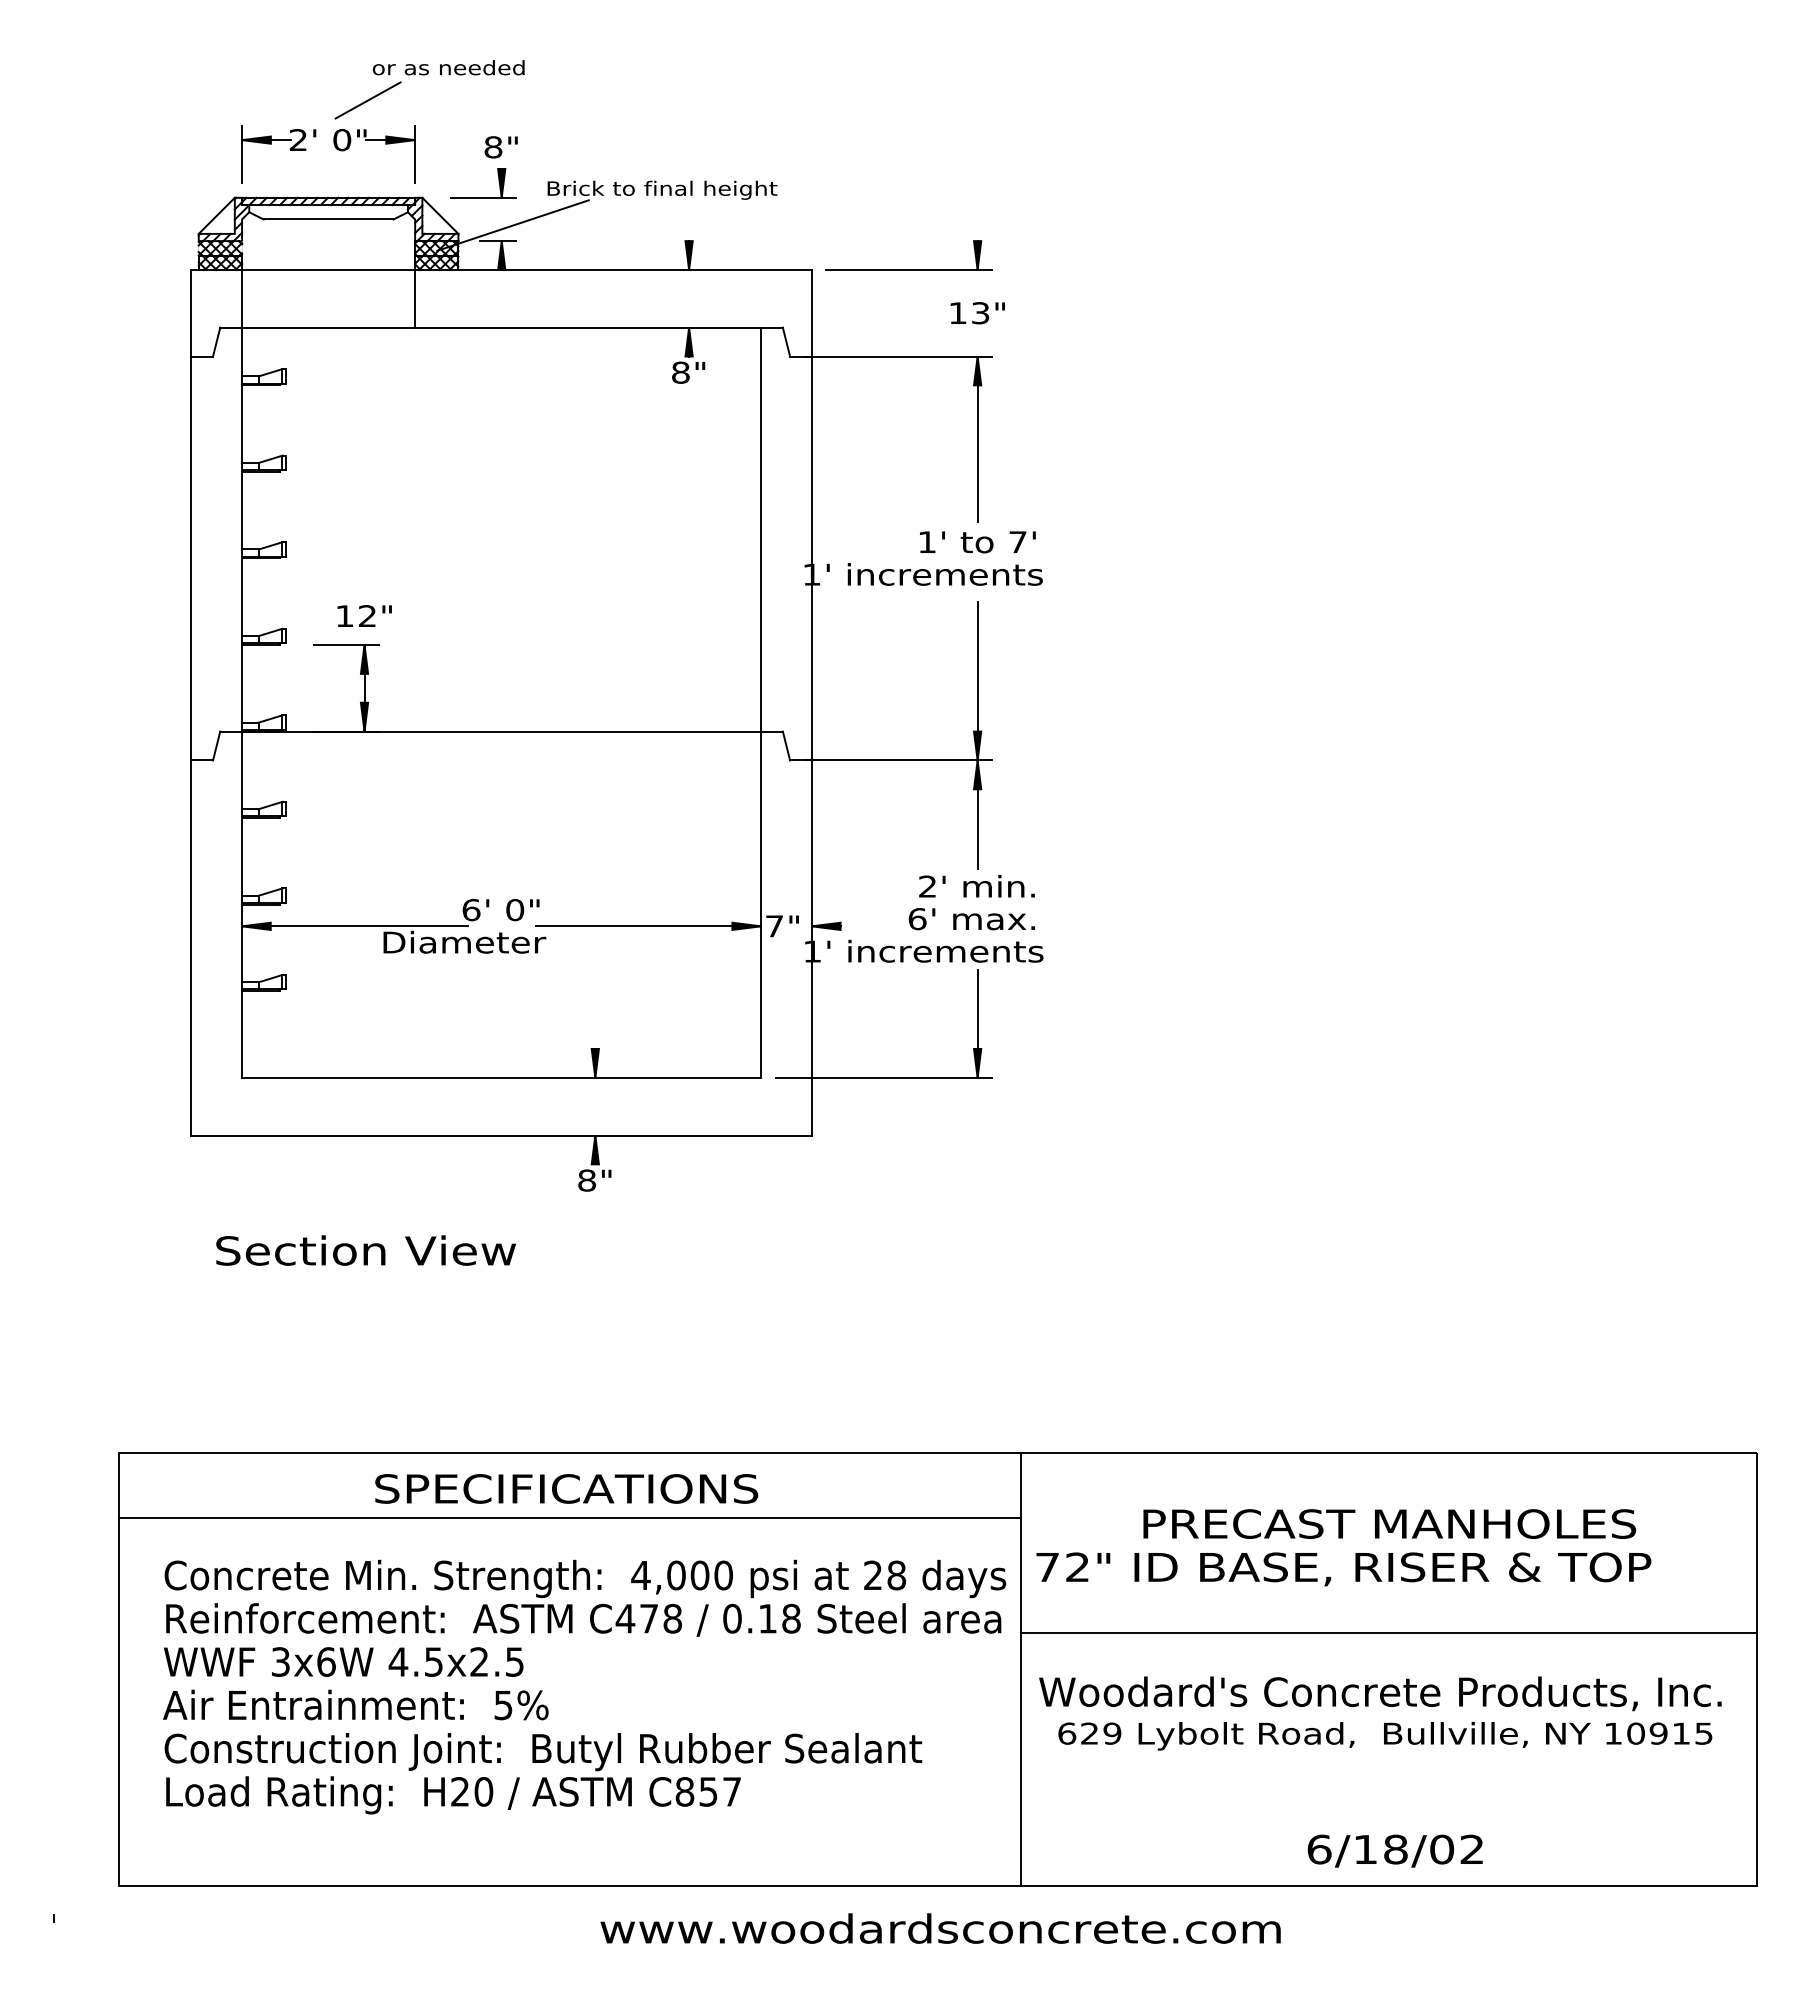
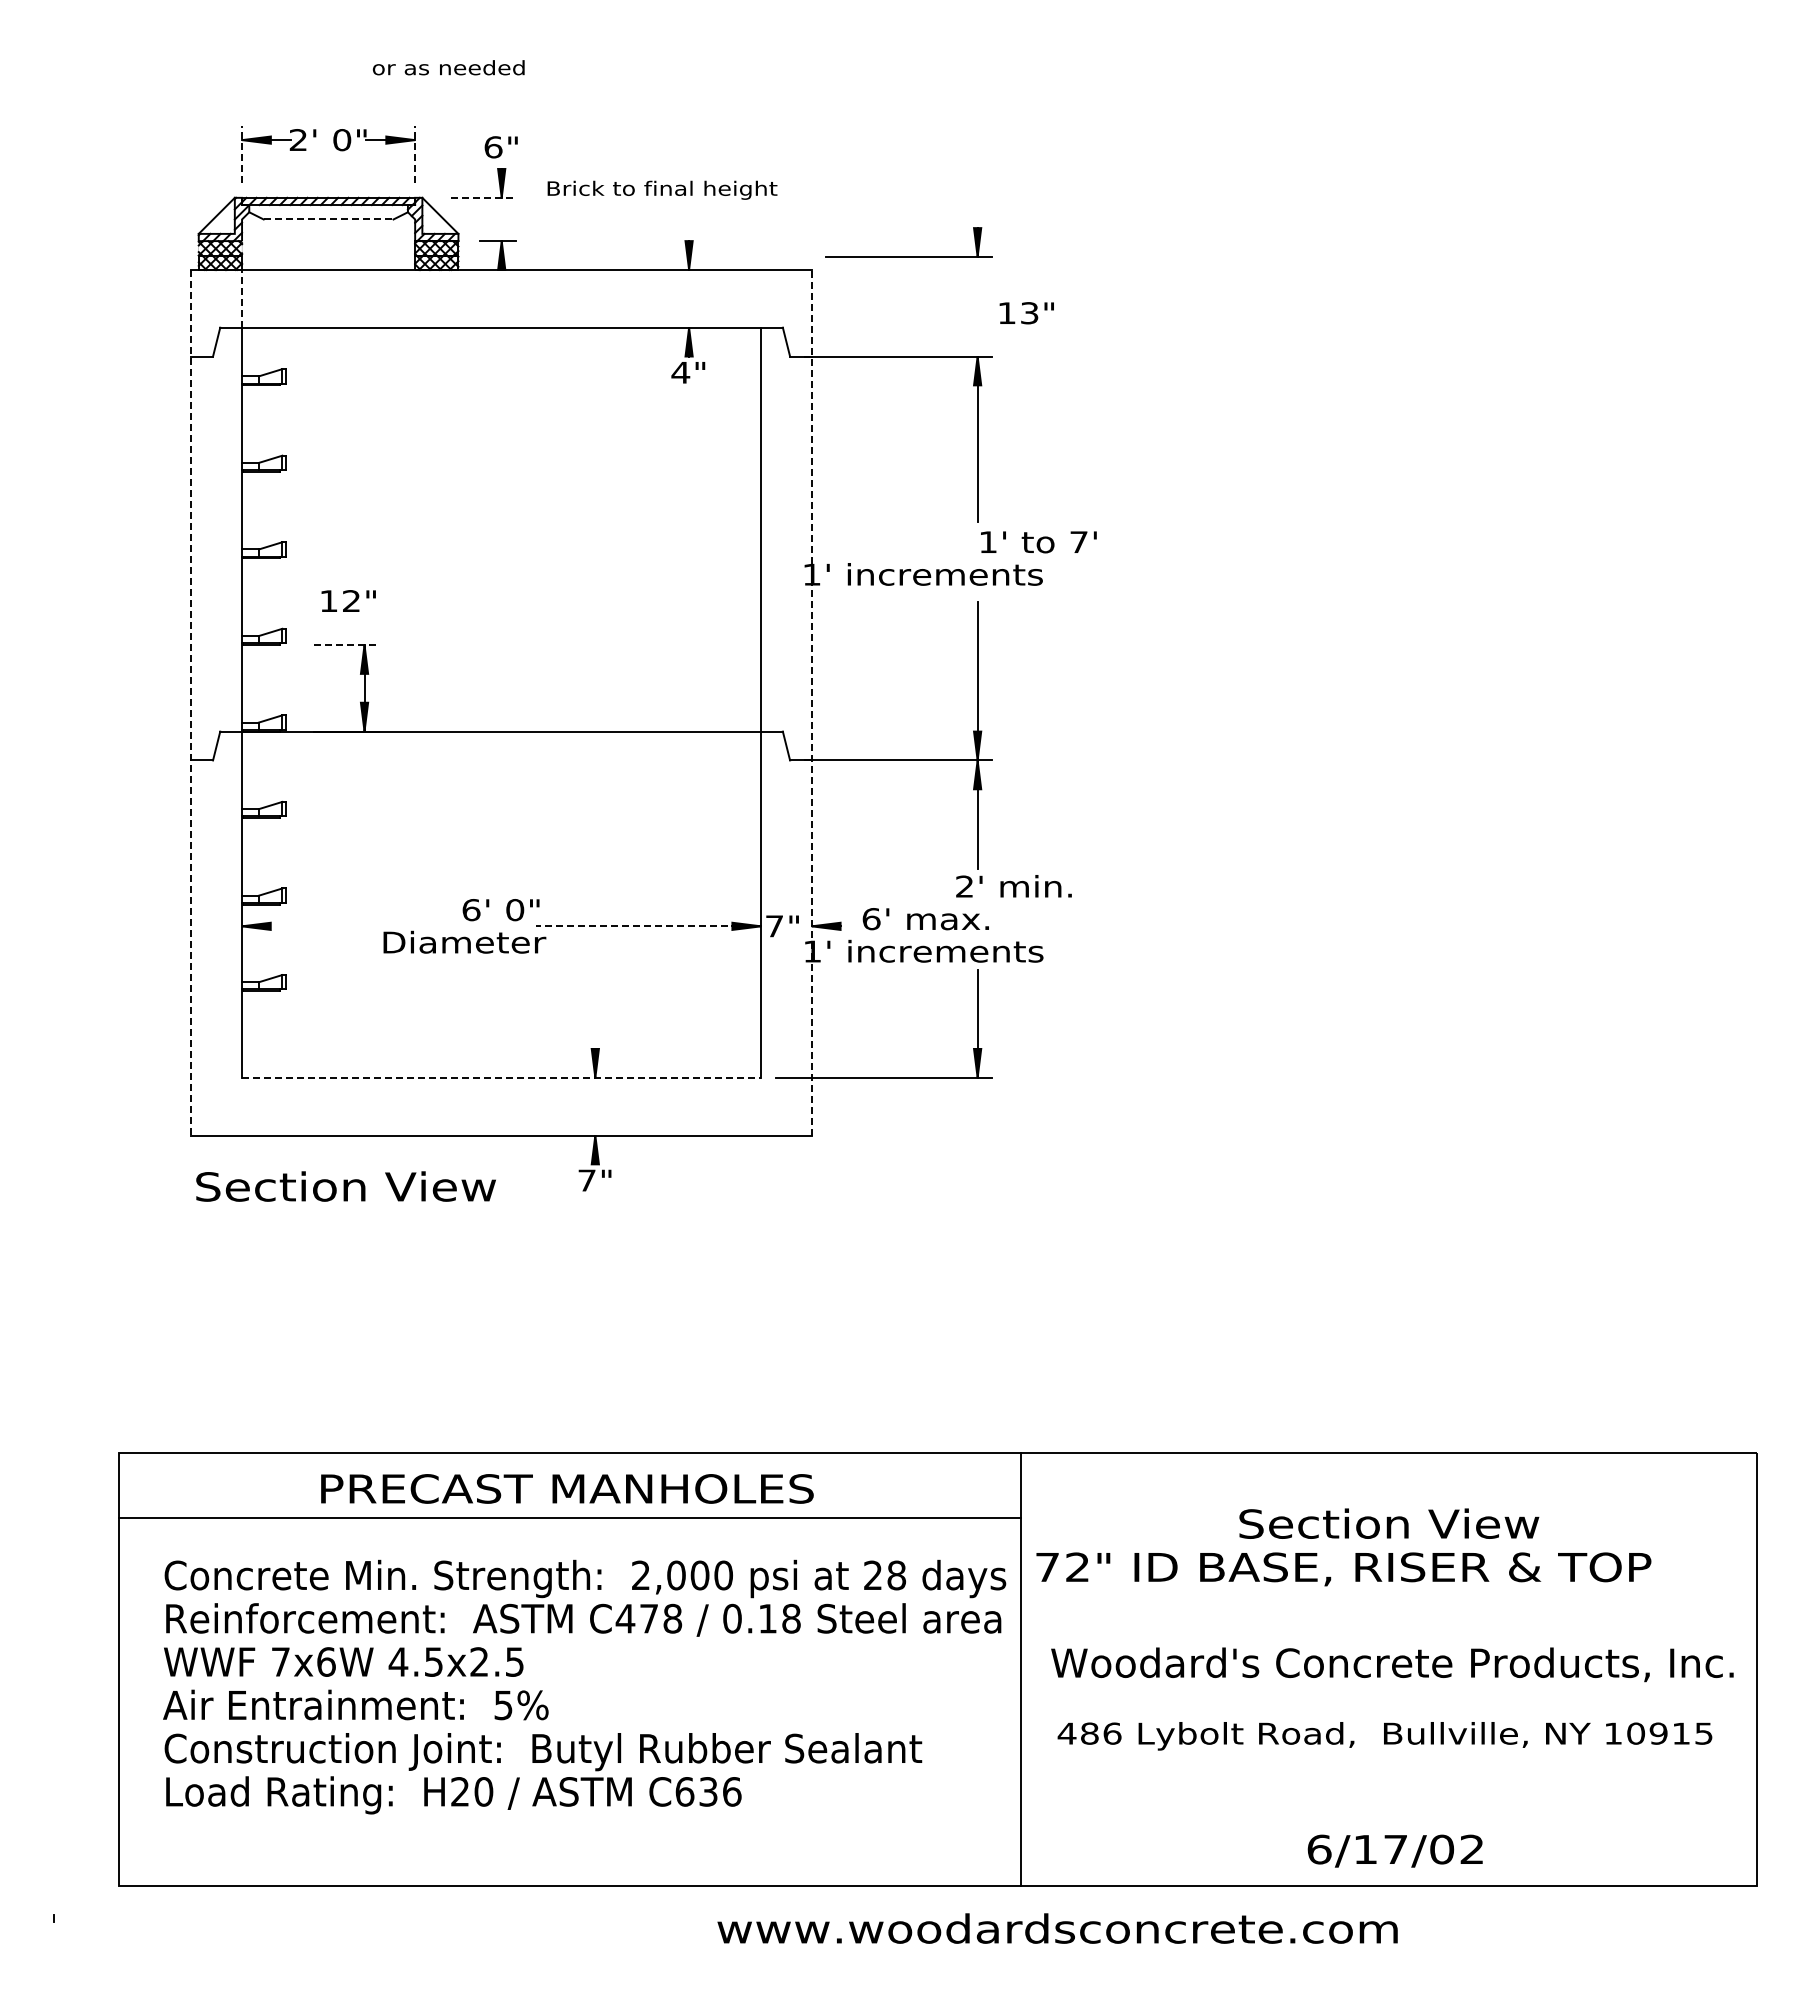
line at (367, 100): present -> none
text at (493, 147): 8" -> 6"
line at (242, 154): solid -> dashed
line at (415, 154): solid -> dashed
line at (484, 197): solid -> dashed
line at (328, 219): solid -> dashed
line at (512, 225): present -> none
part at (908, 269) position: (908, 269) -> (908, 256)
line at (241, 298): solid -> dashed
line at (415, 298): present -> none
text at (977, 313) position: (977, 313) -> (1026, 313)
text at (680, 372): 8" -> 4"
text at (977, 542) position: (977, 542) -> (1038, 542)
text at (364, 615) position: (364, 615) -> (348, 600)
line at (346, 645): solid -> dashed
line at (191, 702): solid -> dashed
line at (811, 702): solid -> dashed
text at (976, 886) position: (976, 886) -> (1013, 886)
text at (971, 919) position: (971, 919) -> (925, 919)
line at (354, 926): present -> none
line at (648, 926): solid -> dashed
line at (501, 1077): solid -> dashed
text at (586, 1180): 8" -> 7"
text at (365, 1250) position: (365, 1250) -> (345, 1186)
text at (567, 1488): SPECIFICATIONS -> PRECAST MANHOLES
text at (1389, 1523): PRECAST MANHOLES -> Section View
text at (640, 1574): 4,000 -> 2,000
line at (1388, 1633): present -> none
text at (280, 1661): 3x6W -> 7x6W
text at (1380, 1693) position: (1380, 1693) -> (1392, 1664)
text at (1089, 1733): 629 -> 486
text at (708, 1791): C857 -> C636
text at (1395, 1849): 6/18/02 -> 6/17/02
text at (940, 1928) position: (940, 1928) -> (1057, 1928)
